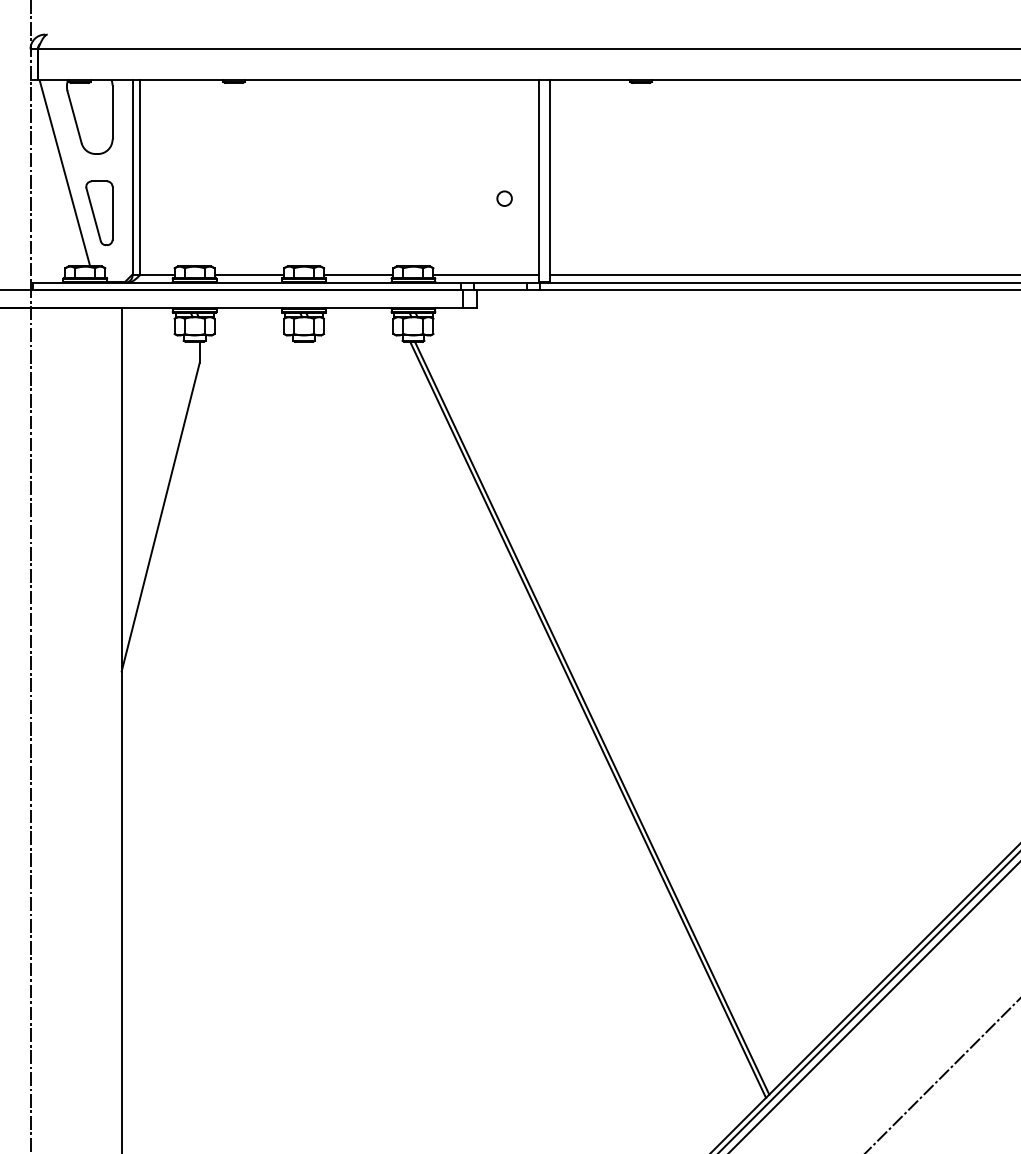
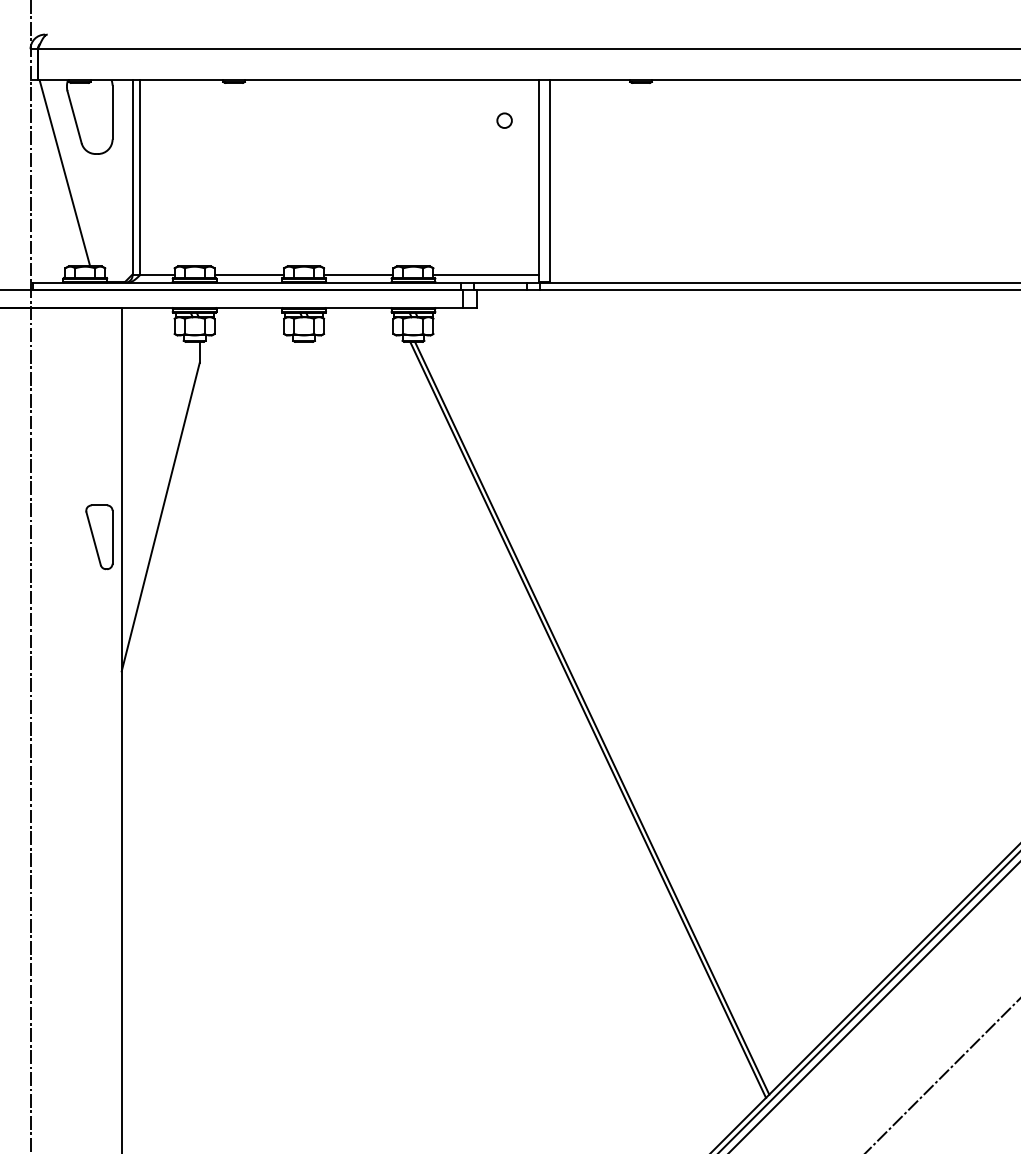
circle at (504, 198) position: (504, 198) -> (504, 120)
part at (99, 213) position: (99, 213) -> (99, 537)
line at (783, 275): present -> none
